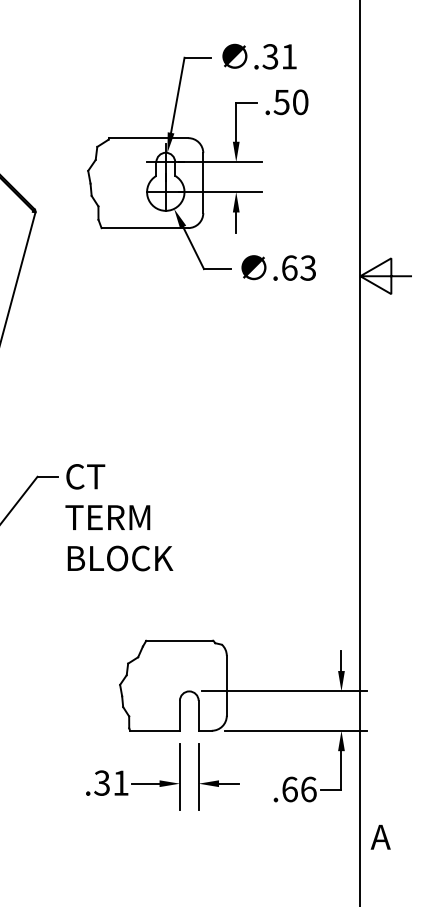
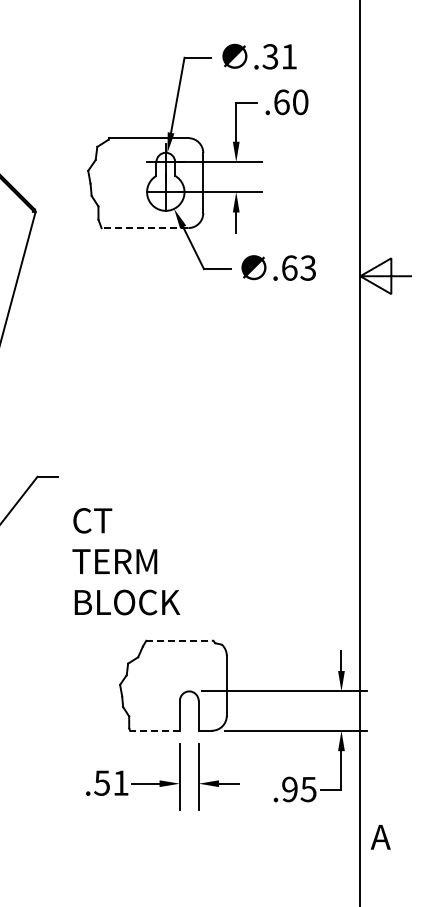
text at (281, 102): .50 -> .60
line at (144, 228): solid -> dashed
text at (119, 517) position: (119, 517) -> (126, 561)
line at (179, 640): solid -> dashed
line at (155, 730): solid -> dashed
text at (101, 782): .31 -> .51
text at (299, 789): .66 -> .95
